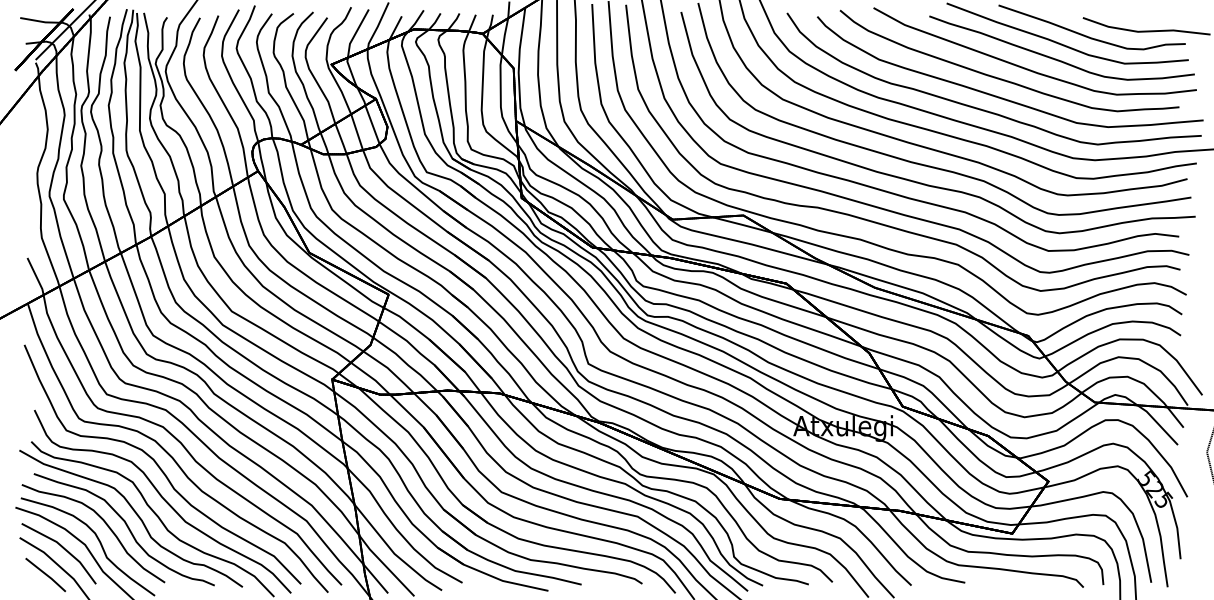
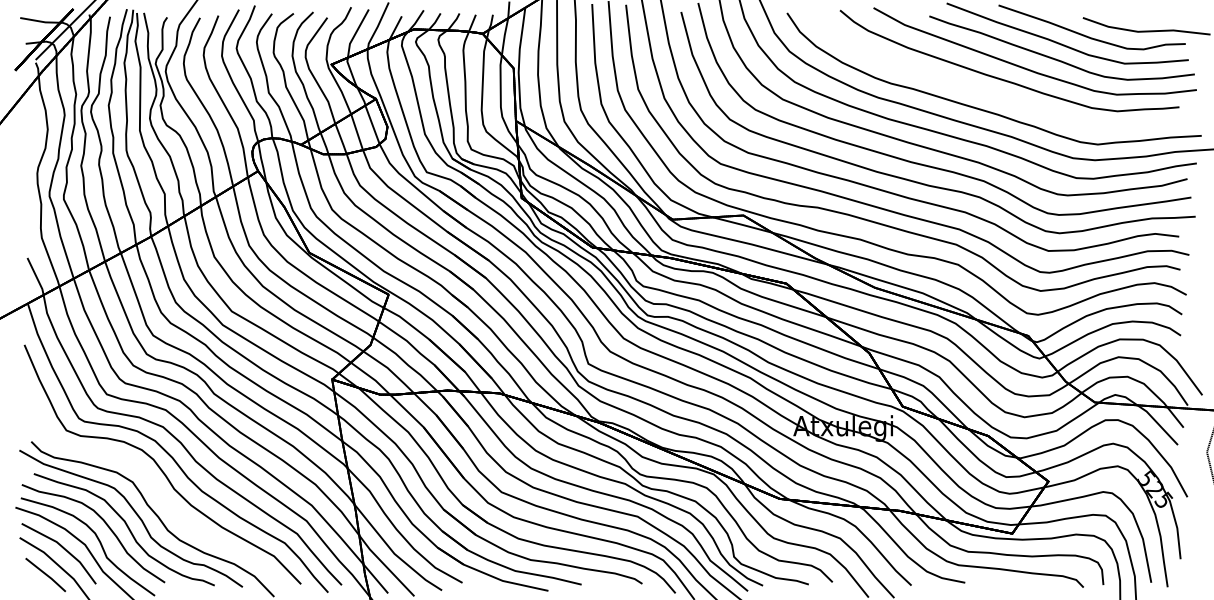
part at (1002, 97): present -> none
curve at (163, 500): present -> none
